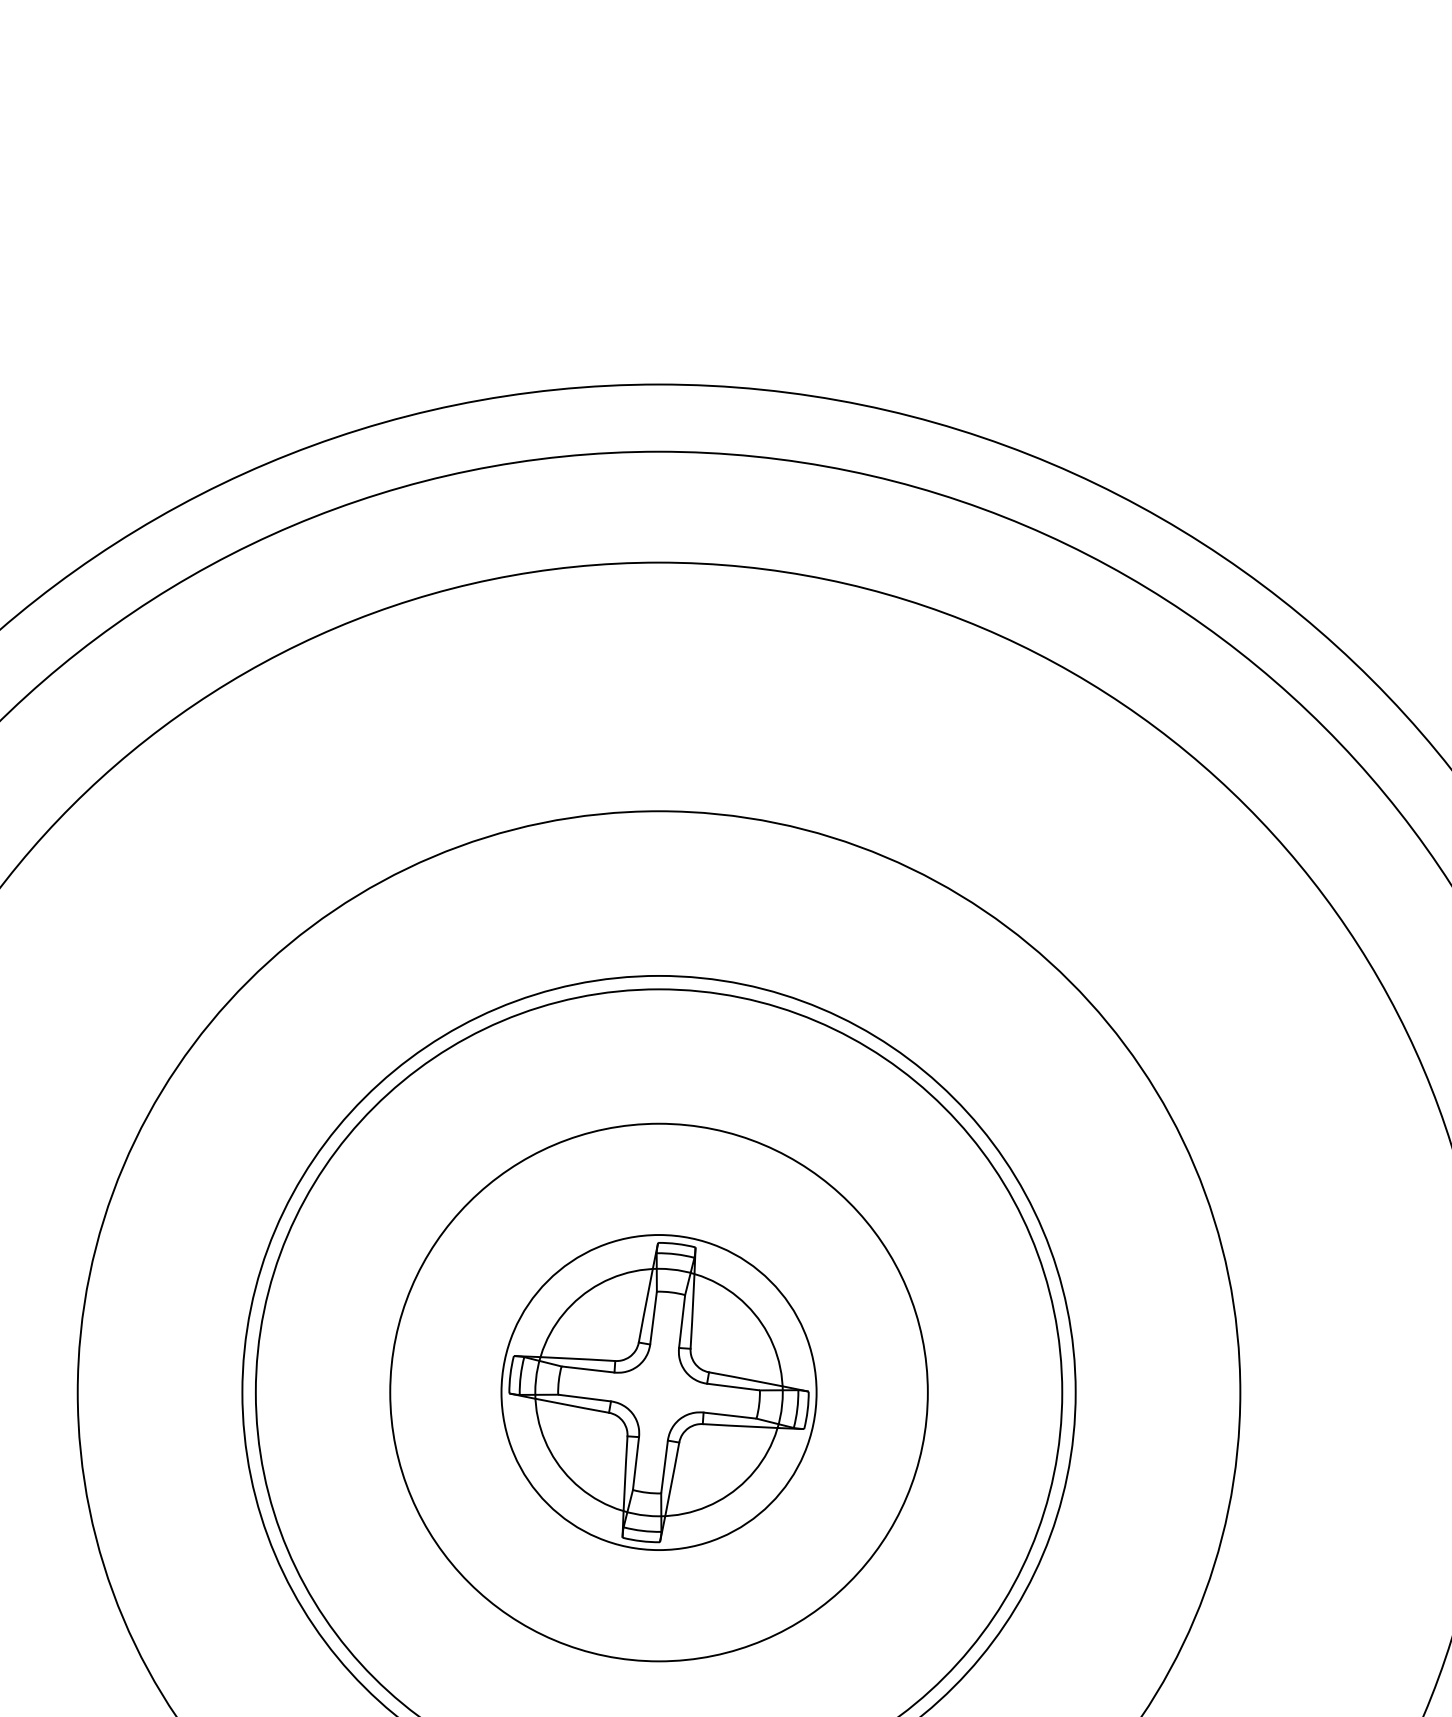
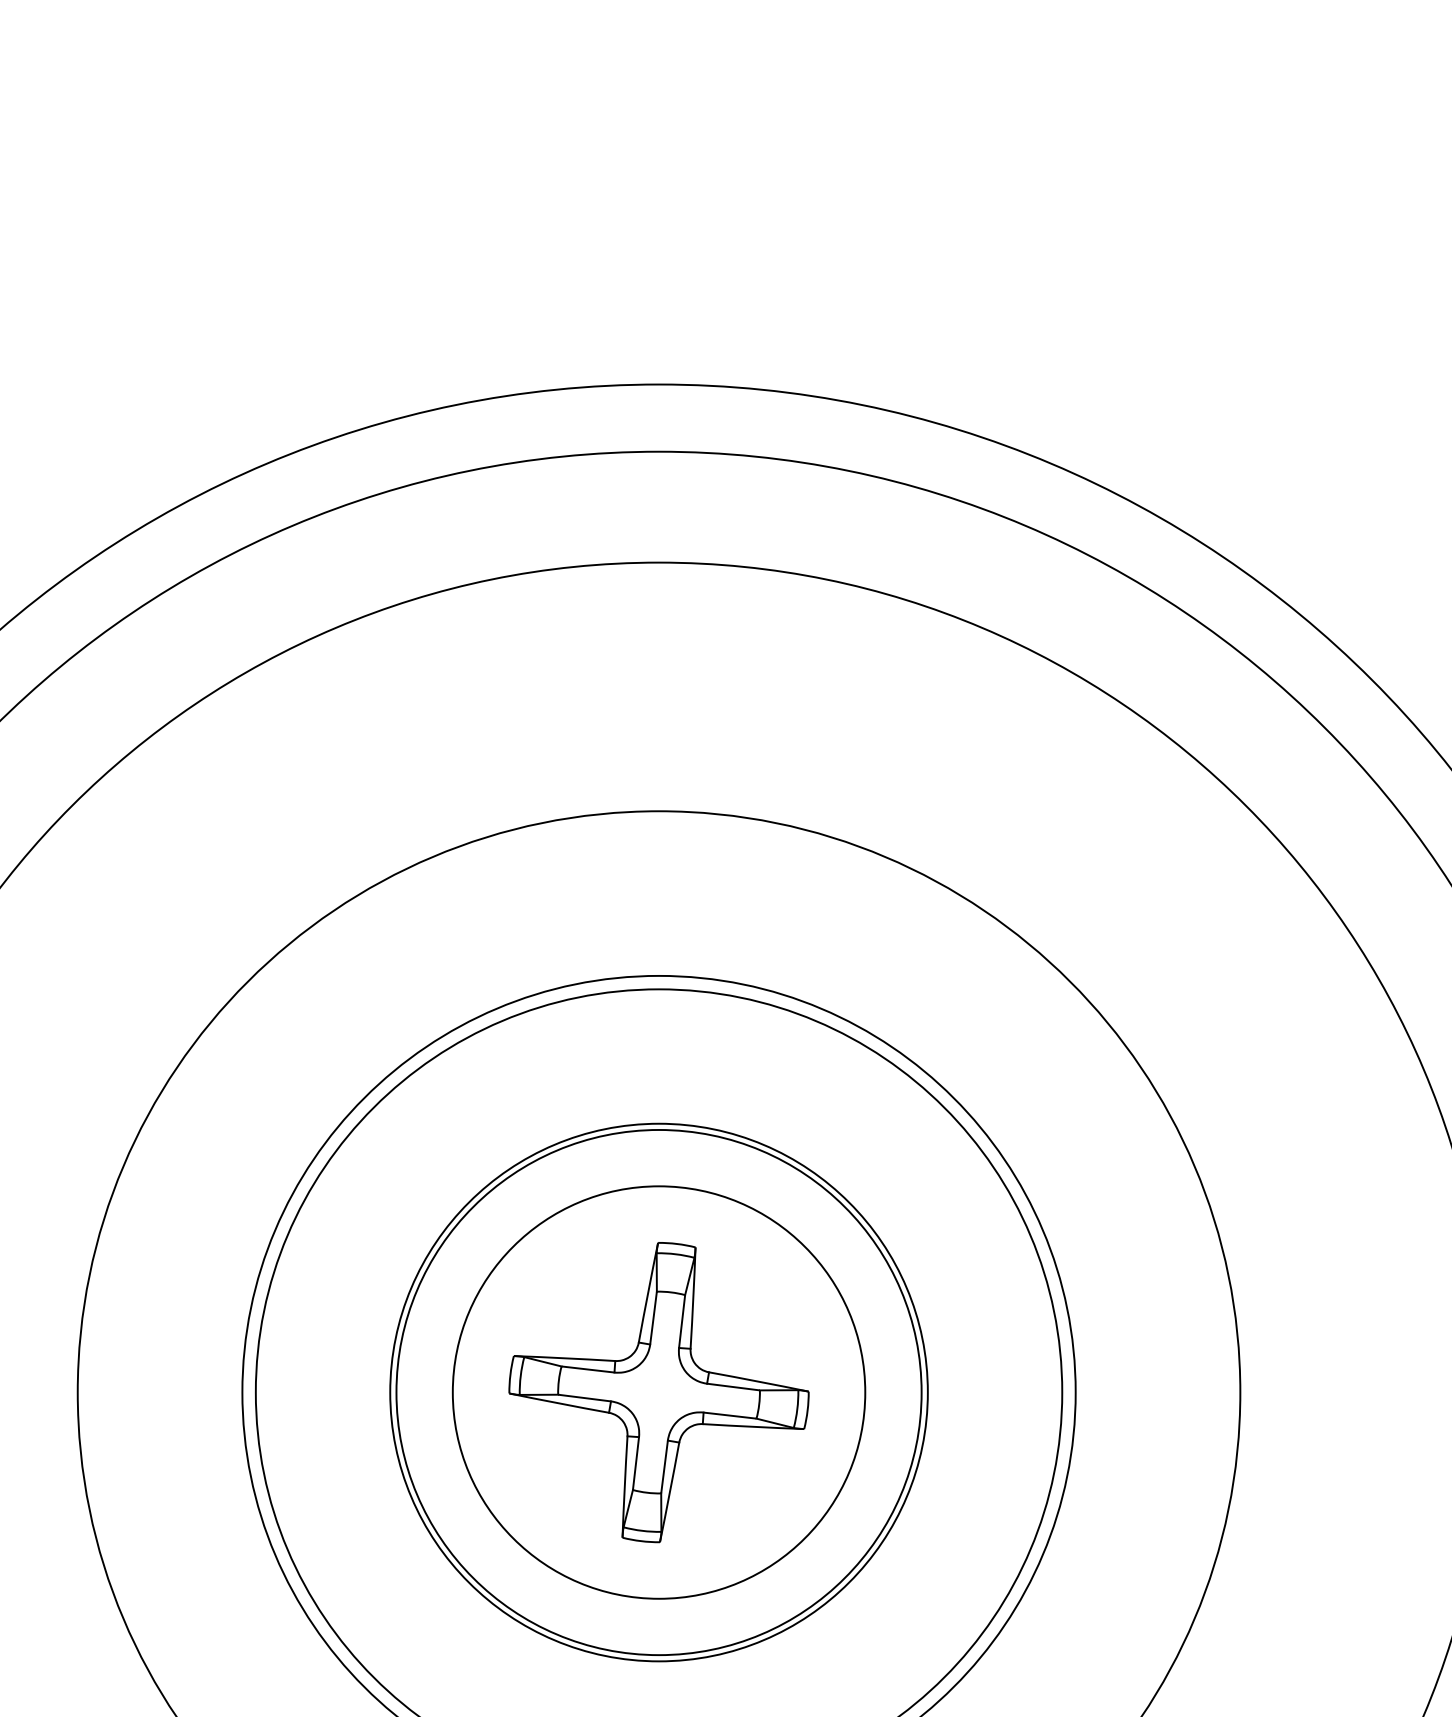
circle at (658, 1392) diameter: 247 px -> 412 px
circle at (658, 1392) diameter: 315 px -> 525 px
